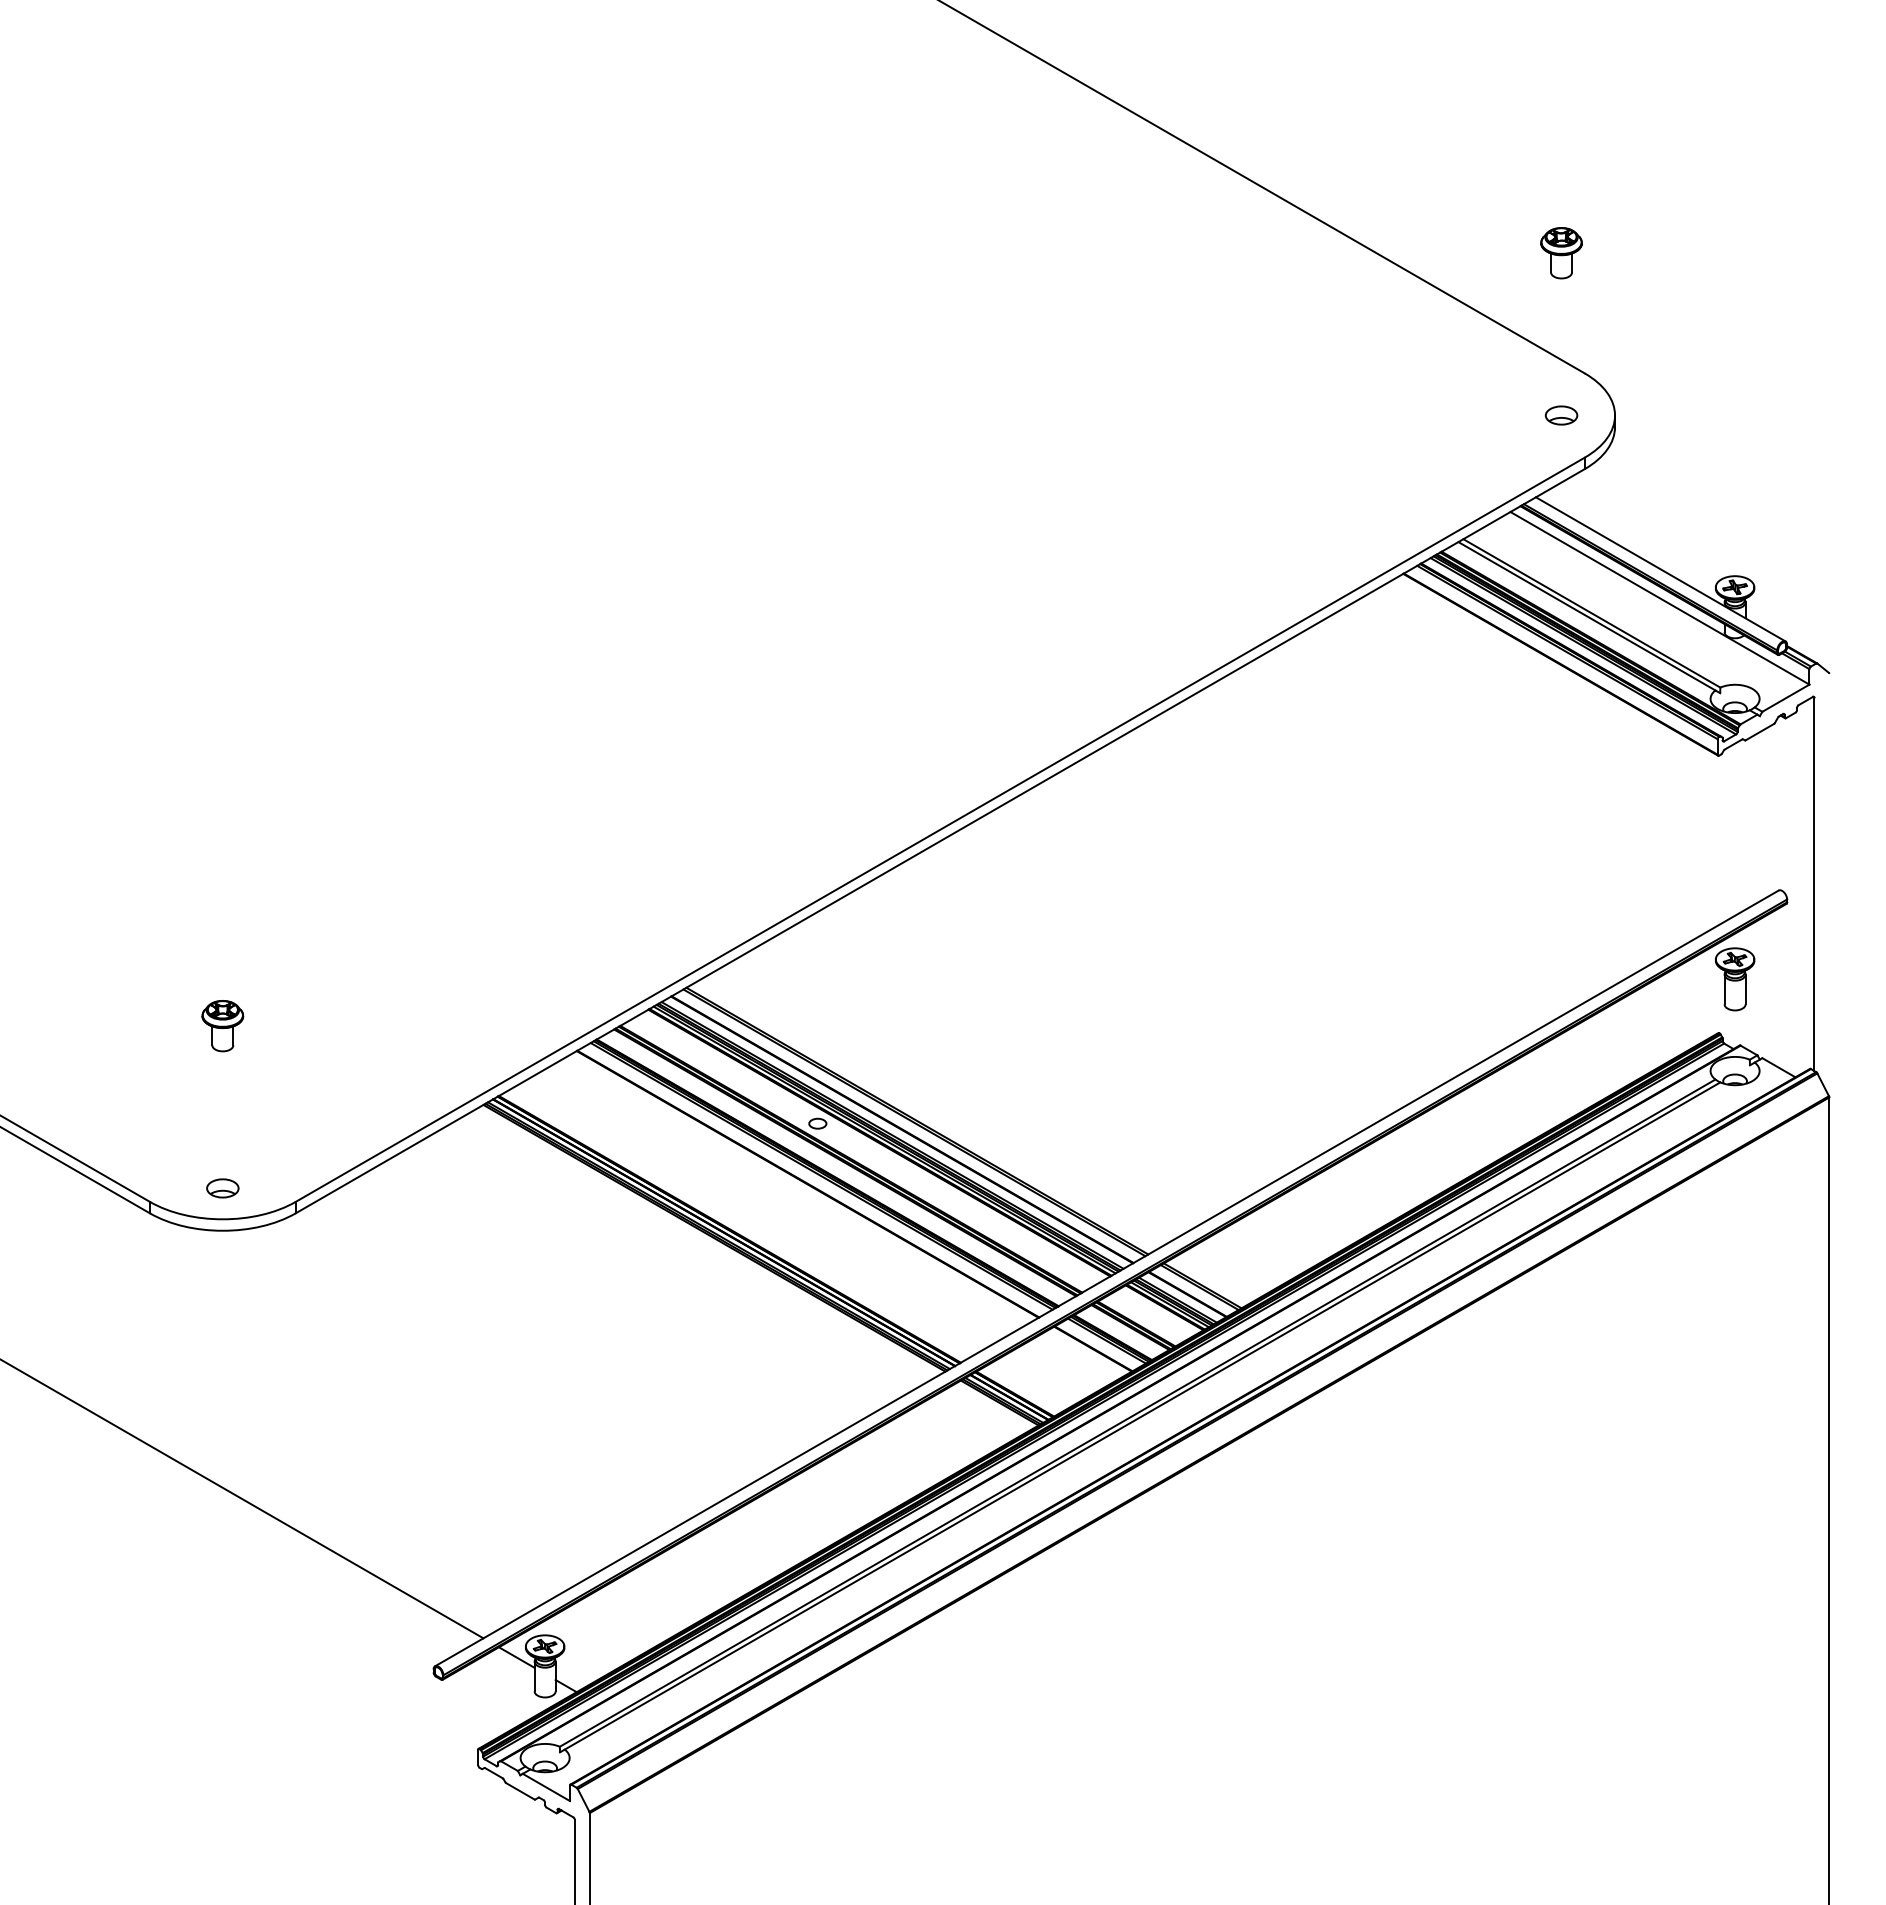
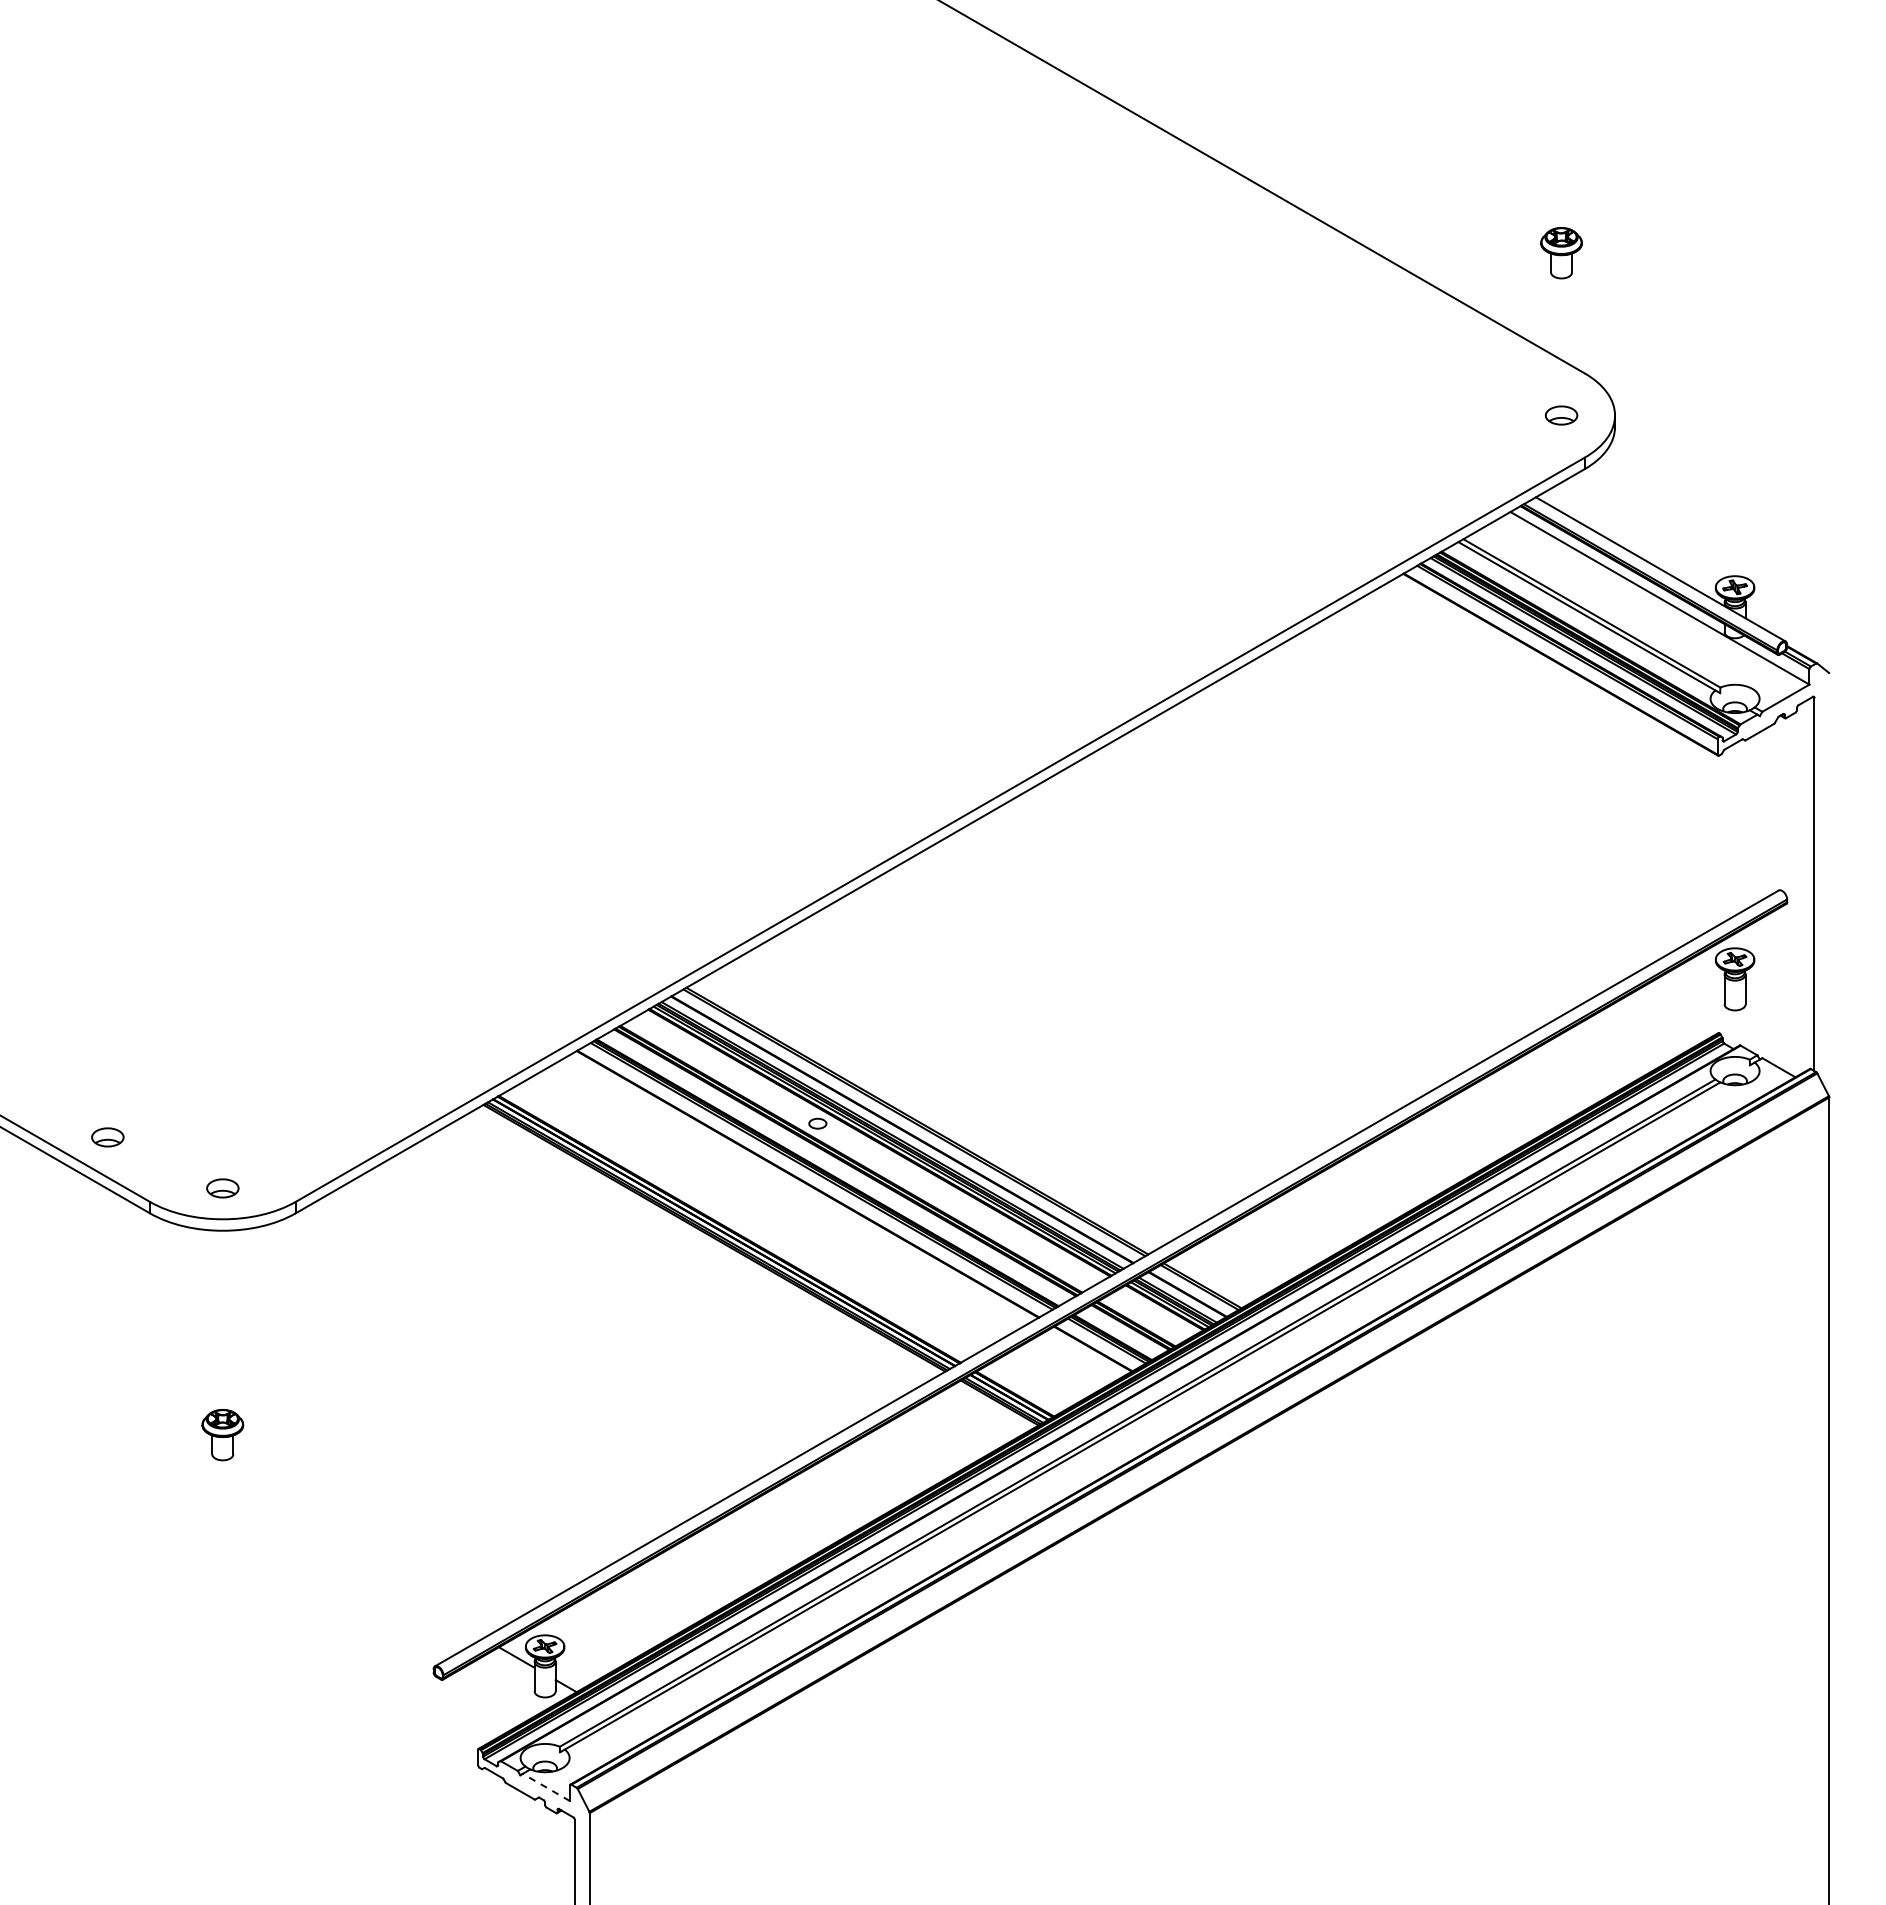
part at (222, 1026) position: (222, 1026) -> (222, 1435)
part at (107, 1137): none -> present
line at (242, 1499): present -> none
line at (545, 1787): solid -> dashed
